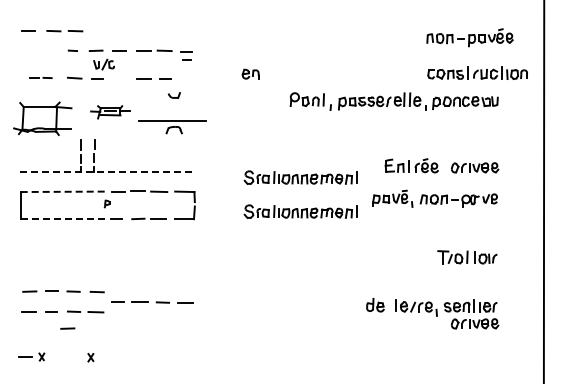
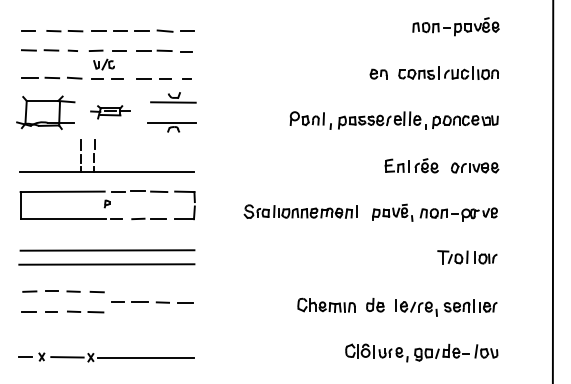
part at (142, 30): none -> present
part at (469, 37) position: (469, 37) -> (455, 26)
line at (43, 50): none -> present
line at (186, 59) position: (186, 59) -> (186, 78)
part at (477, 72) position: (477, 72) -> (448, 72)
part at (250, 73) position: (250, 73) -> (378, 73)
part at (40, 77) size: 24x2 px -> 39x4 px
line at (117, 78): none -> present
part at (393, 101) position: (393, 101) -> (393, 120)
line at (173, 102): none -> present
part at (42, 118) position: (42, 118) -> (45, 112)
part at (172, 127) size: 69x15 px -> 50x11 px
line at (107, 171): dashed -> solid
part at (300, 177): present -> none
line at (62, 191): dashed -> solid
line at (543, 191) position: (543, 191) -> (552, 191)
part at (434, 198) position: (434, 198) -> (434, 212)
line at (63, 218): dashed -> solid
line at (107, 250): none -> present
line at (106, 264): none -> present
part at (326, 304): none -> present
part at (475, 323): present -> none
line at (67, 328): present -> none
part at (421, 352): none -> present
line at (67, 357): none -> present
line at (146, 357): none -> present
